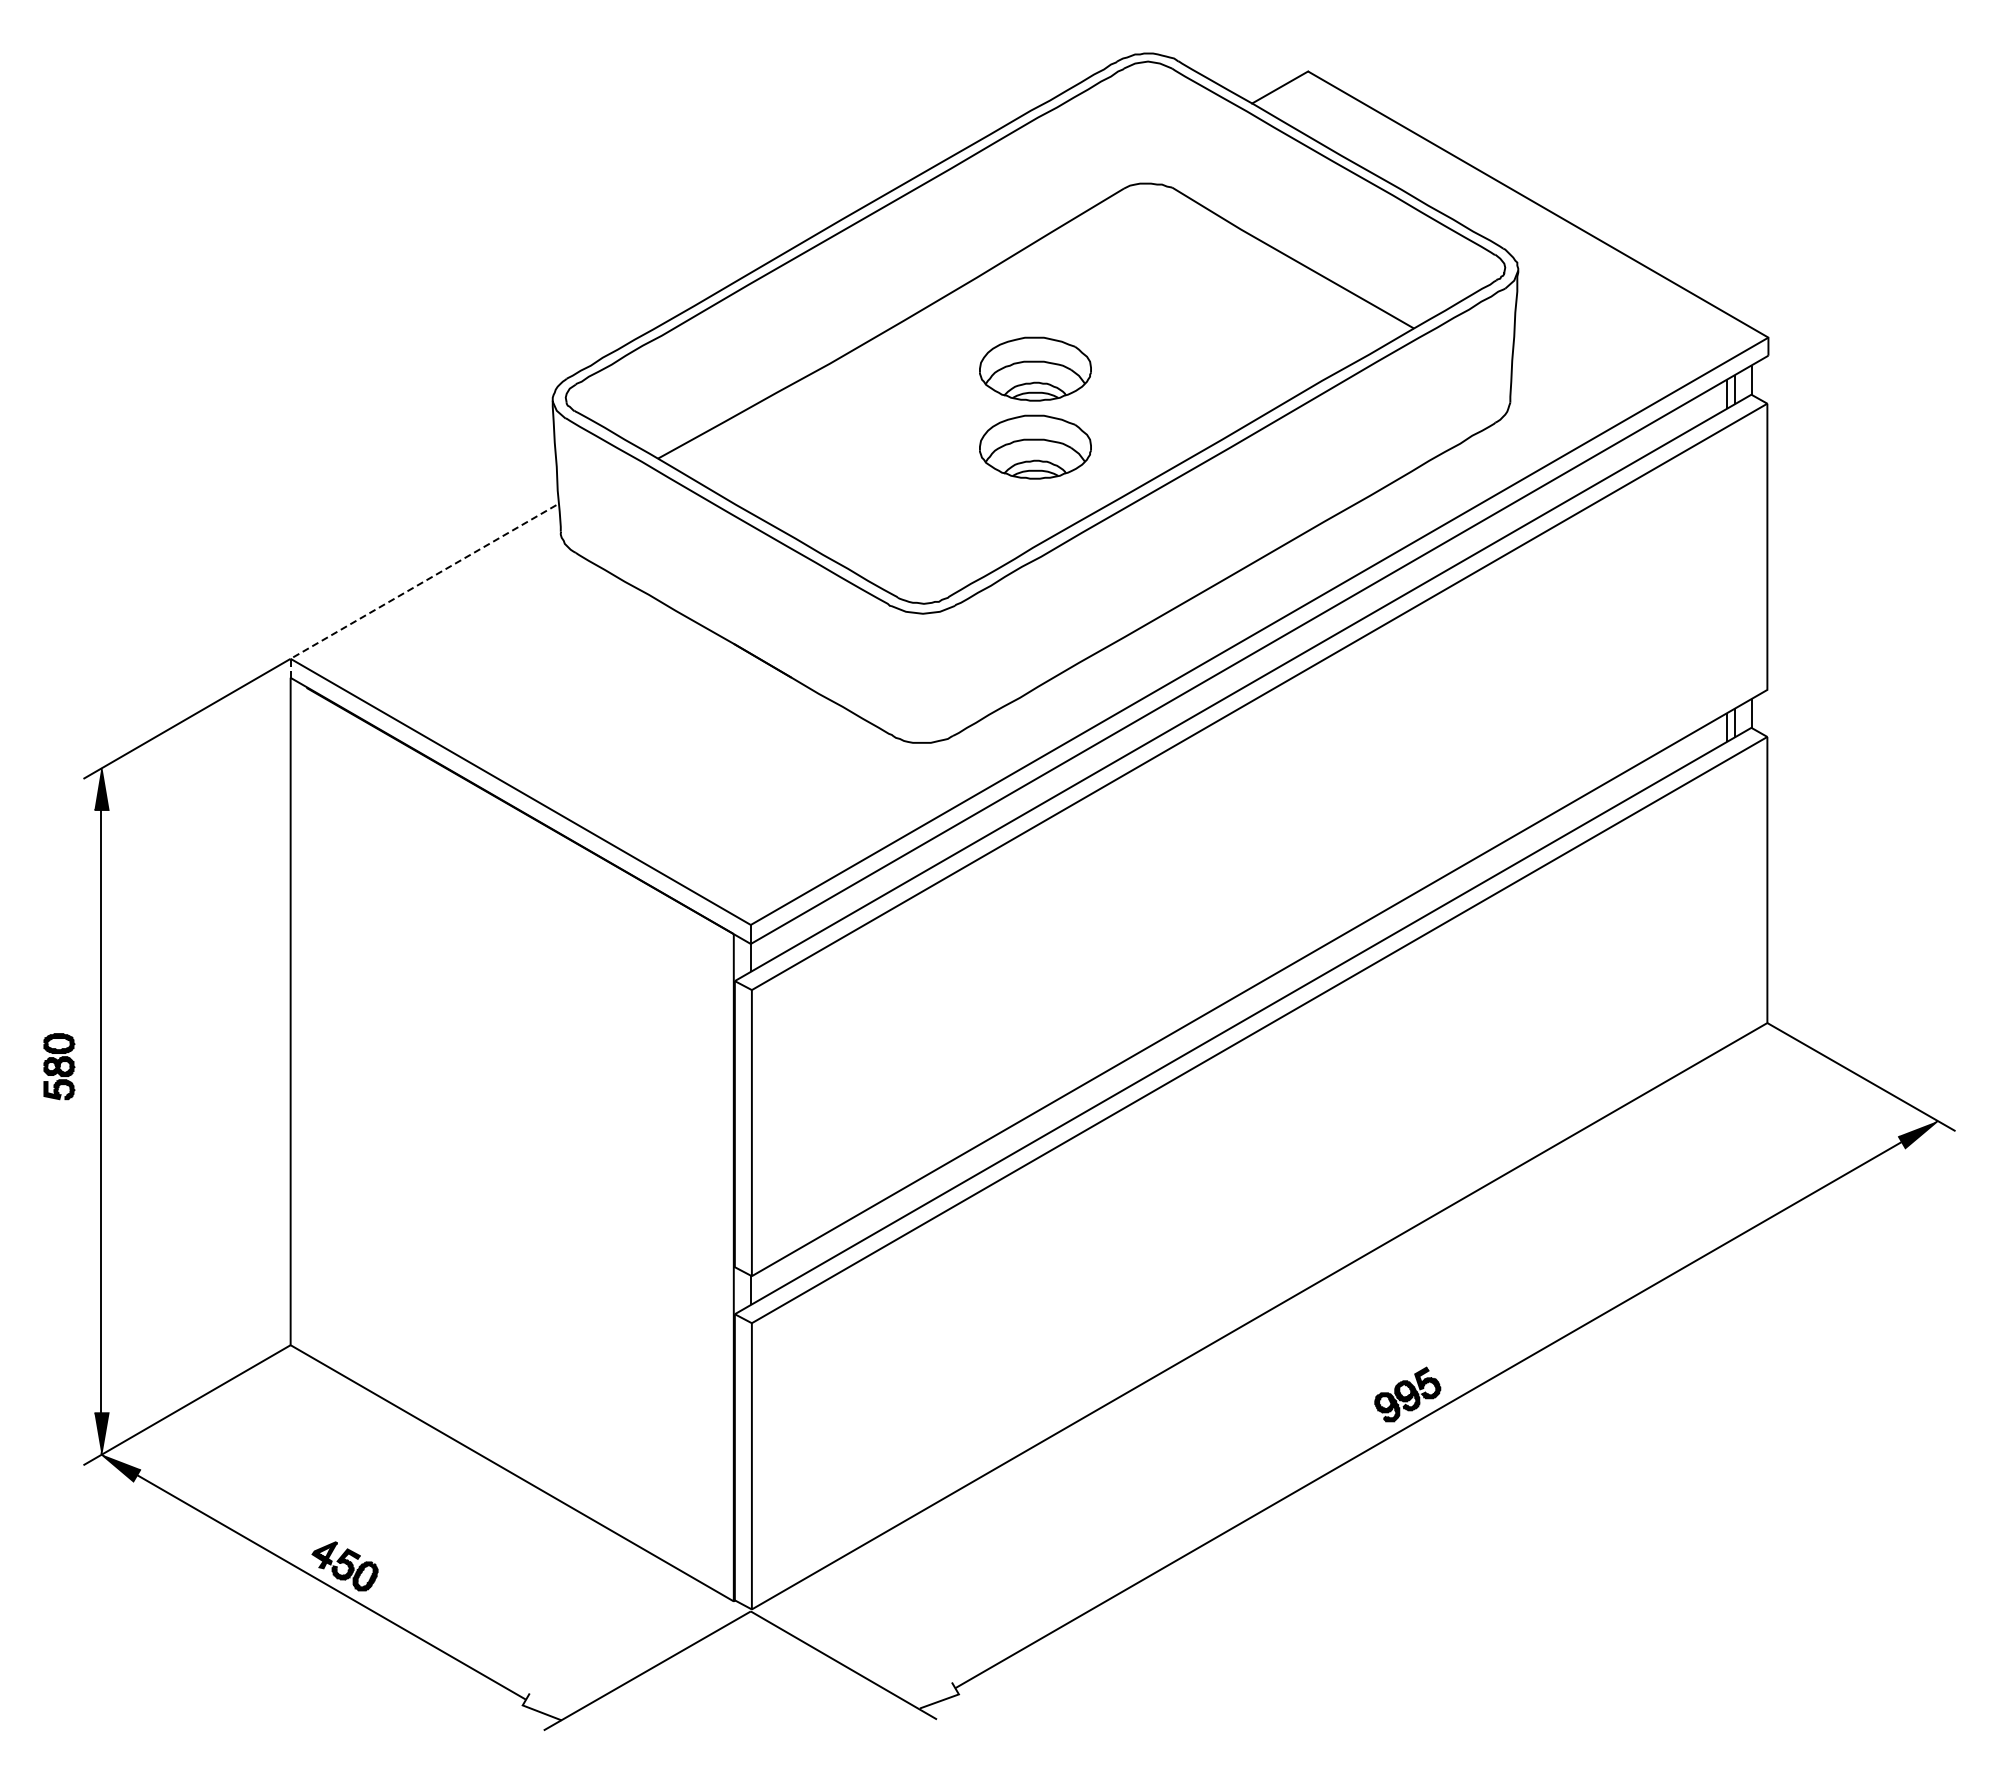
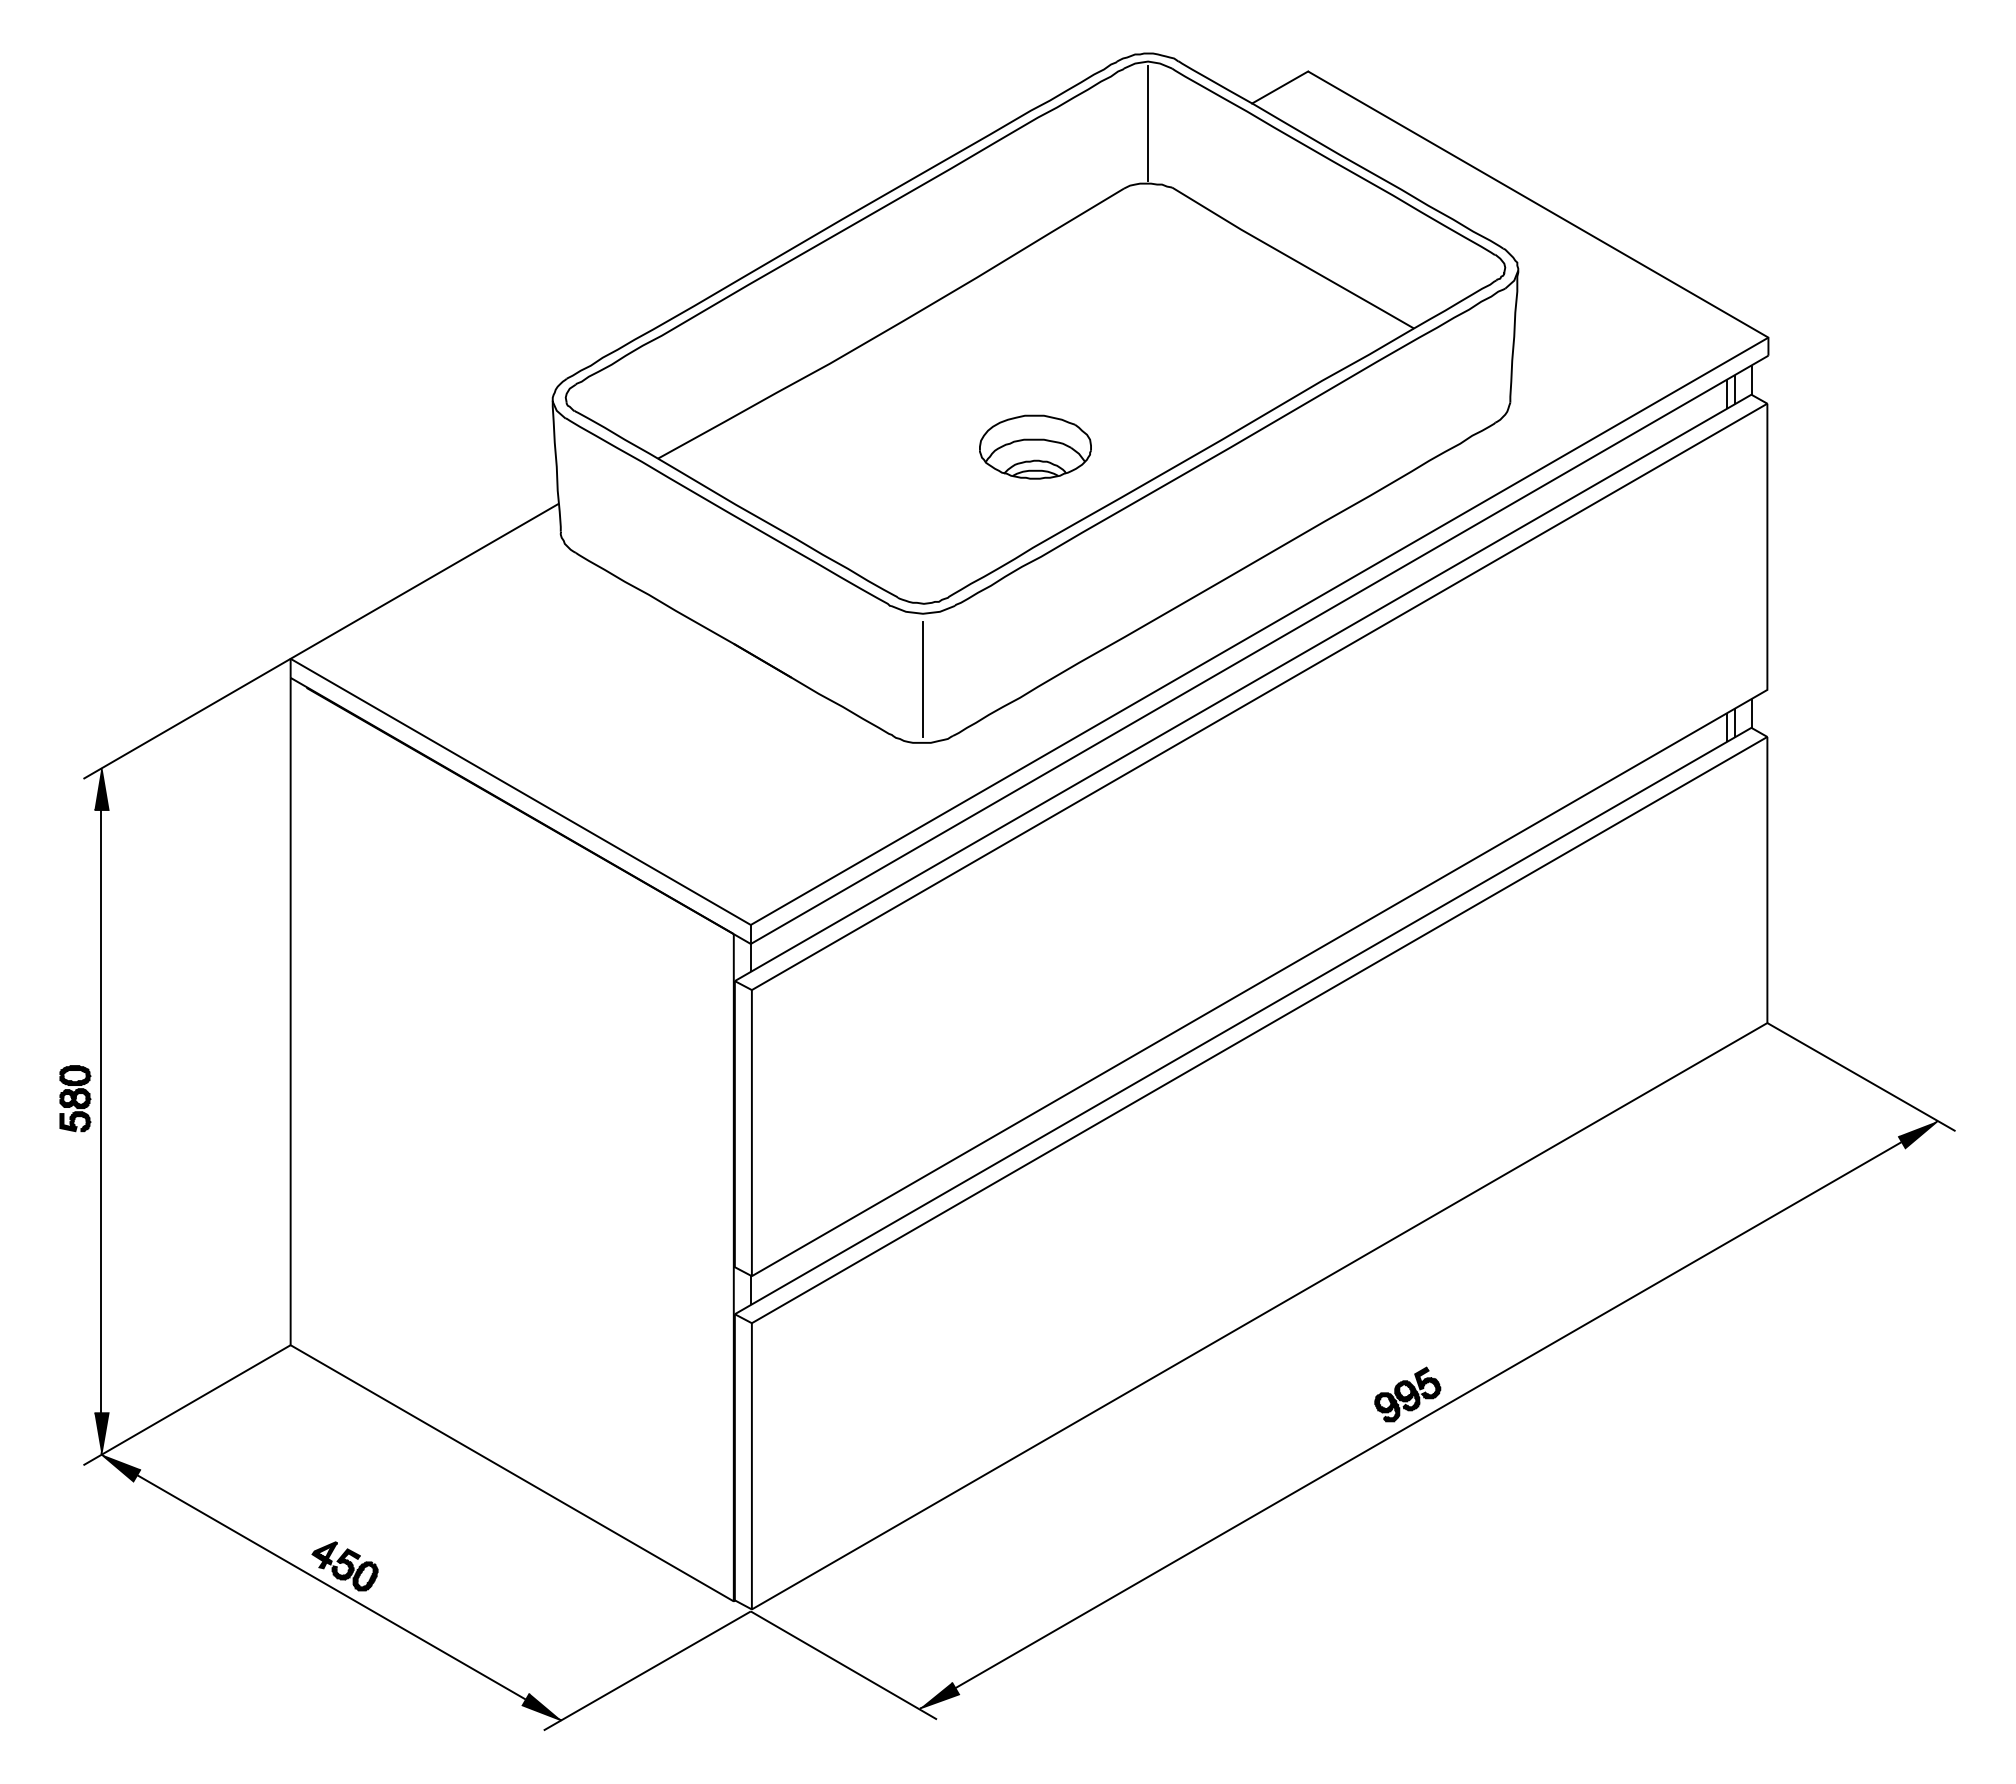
line at (1148, 122): none -> present
part at (1035, 368): present -> none
line at (416, 586): dashed -> solid
line at (923, 678): none -> present
part at (59, 1066) position: (59, 1066) -> (75, 1098)
fill at (938, 1695): none -> present
fill at (541, 1706): none -> present
